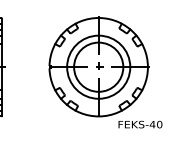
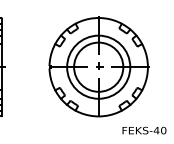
text at (140, 124) position: (140, 124) -> (144, 130)
